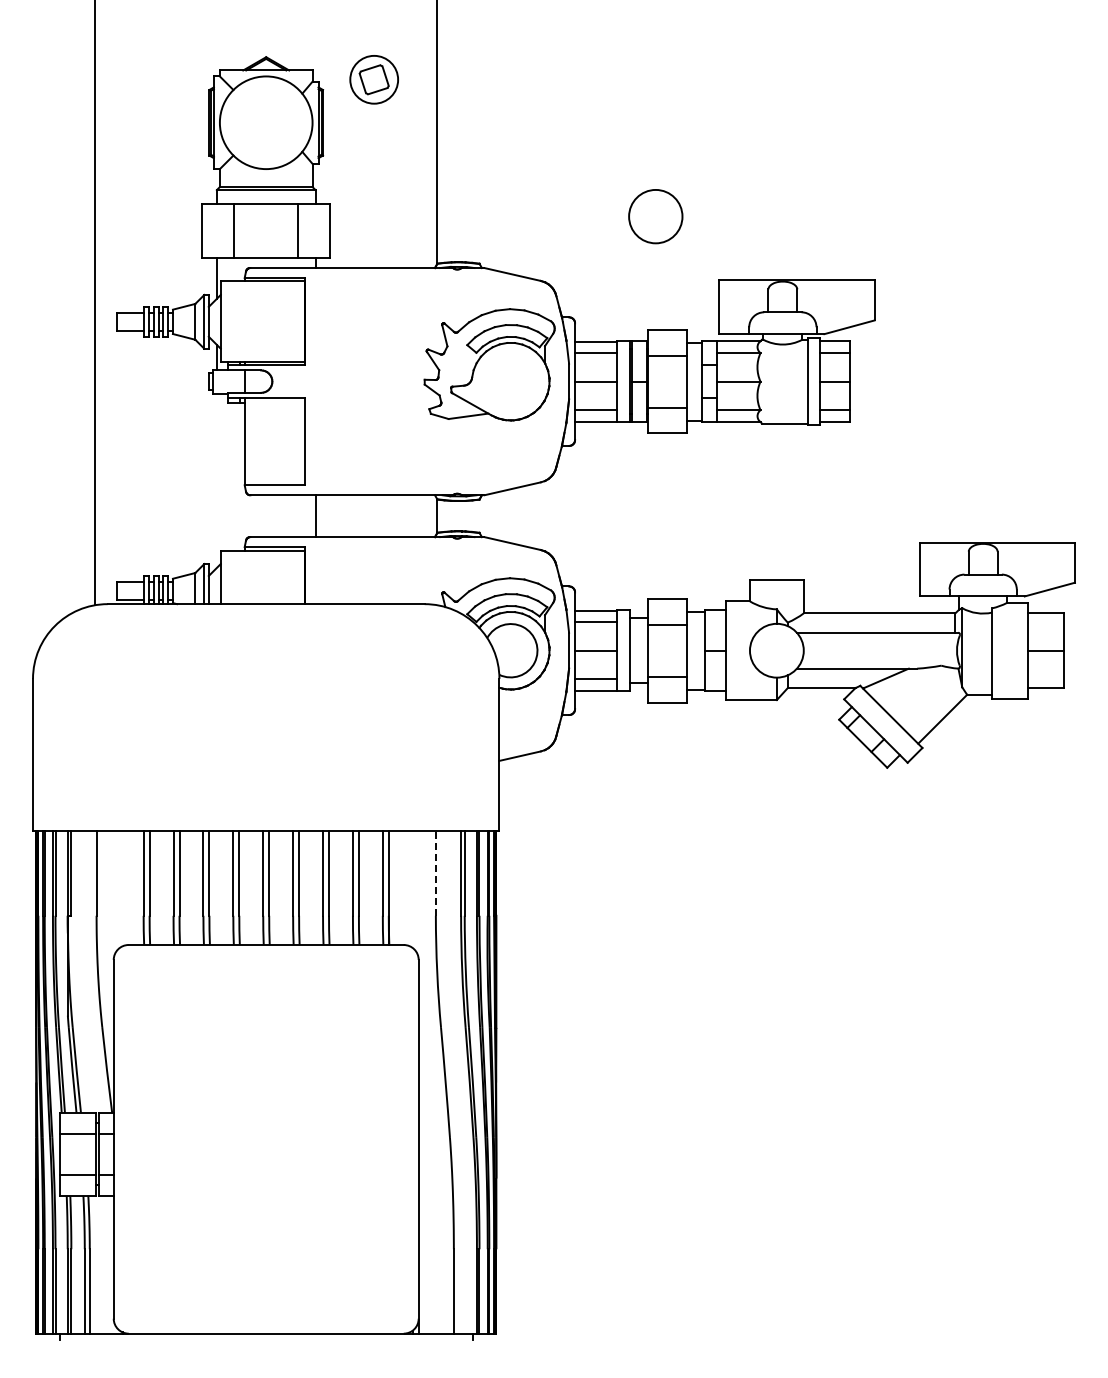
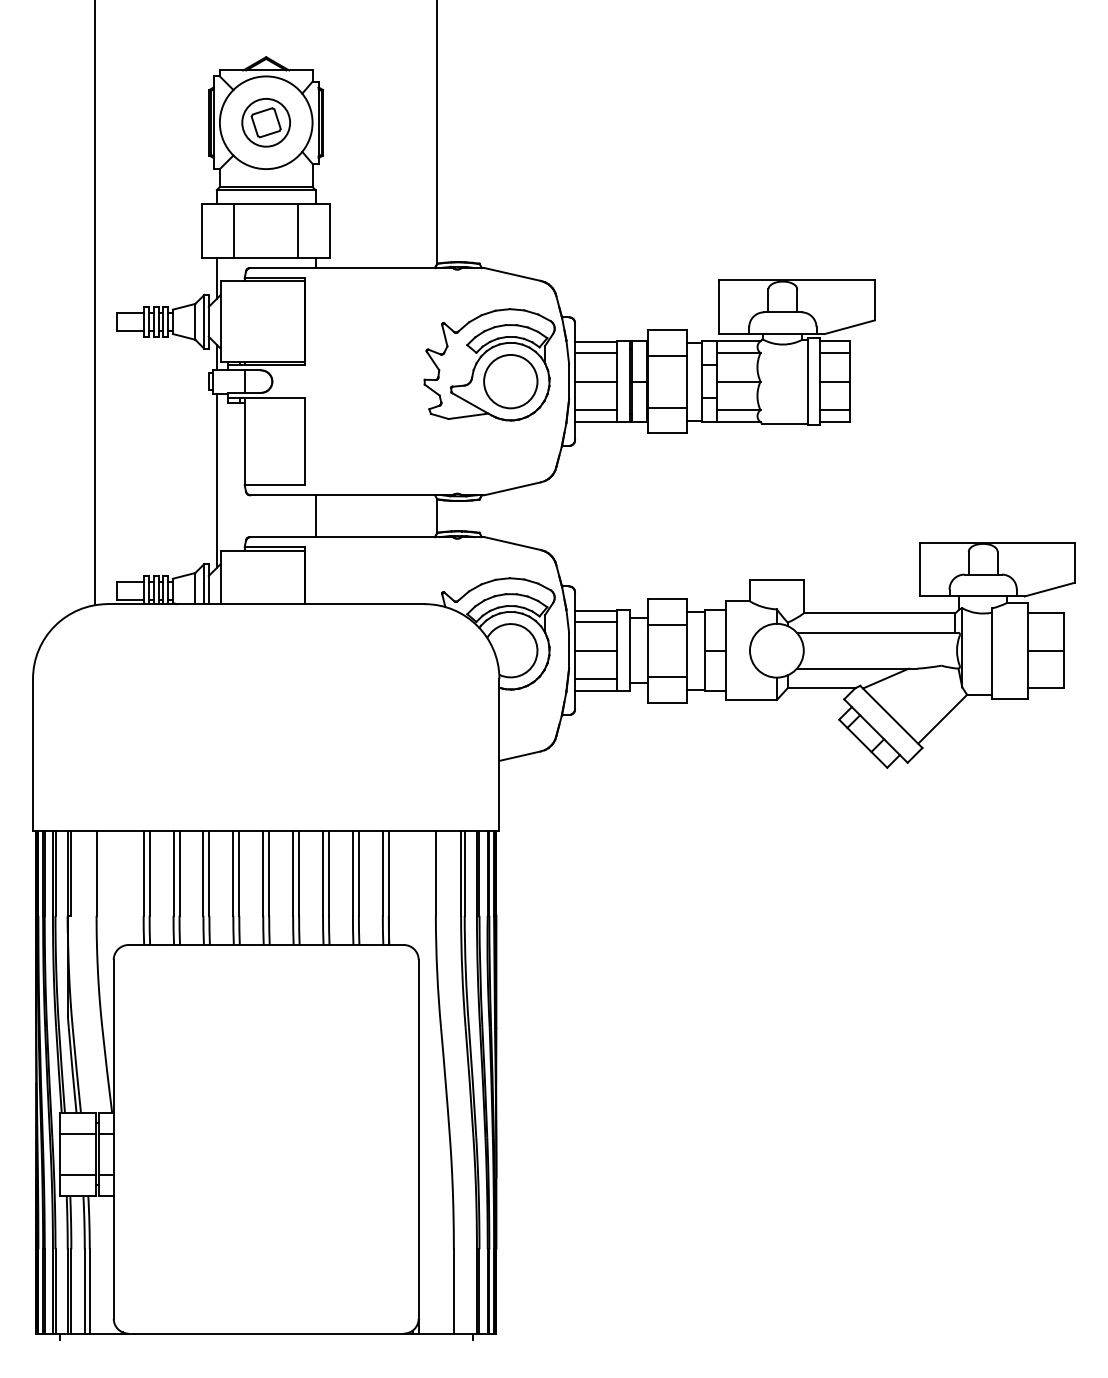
part at (373, 79) position: (373, 79) -> (265, 122)
circle at (655, 216) position: (655, 216) -> (510, 381)
line at (216, 480): none -> present
line at (435, 873): dashed -> solid
